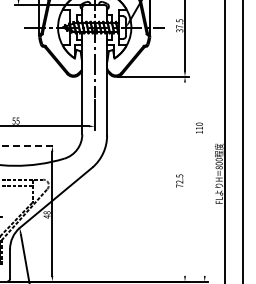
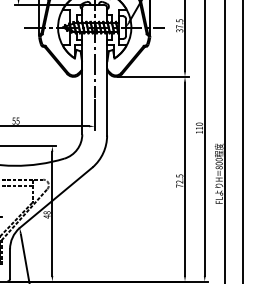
line at (204, 138): none -> present
line at (28, 146): dashed -> solid
line at (185, 178): none -> present
